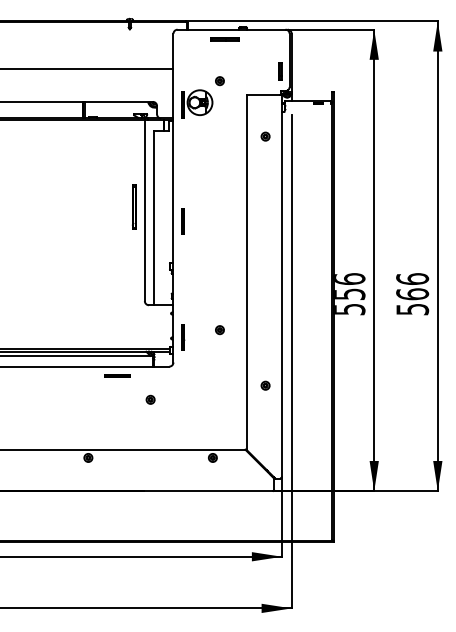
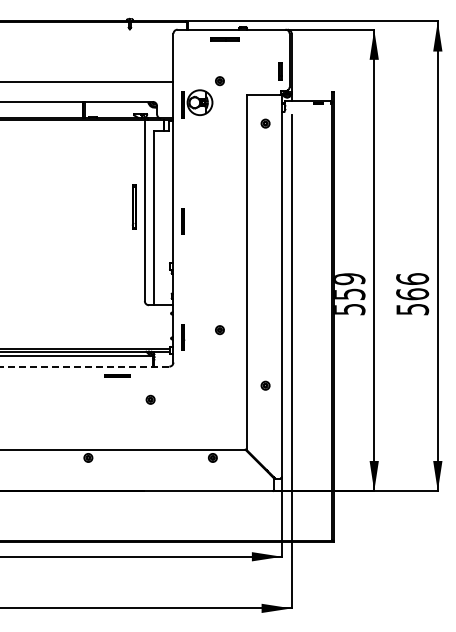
line at (87, 68) position: (87, 68) -> (87, 81)
part at (265, 136) position: (265, 136) -> (265, 123)
text at (350, 279): 556 -> 559
line at (84, 366): solid -> dashed
